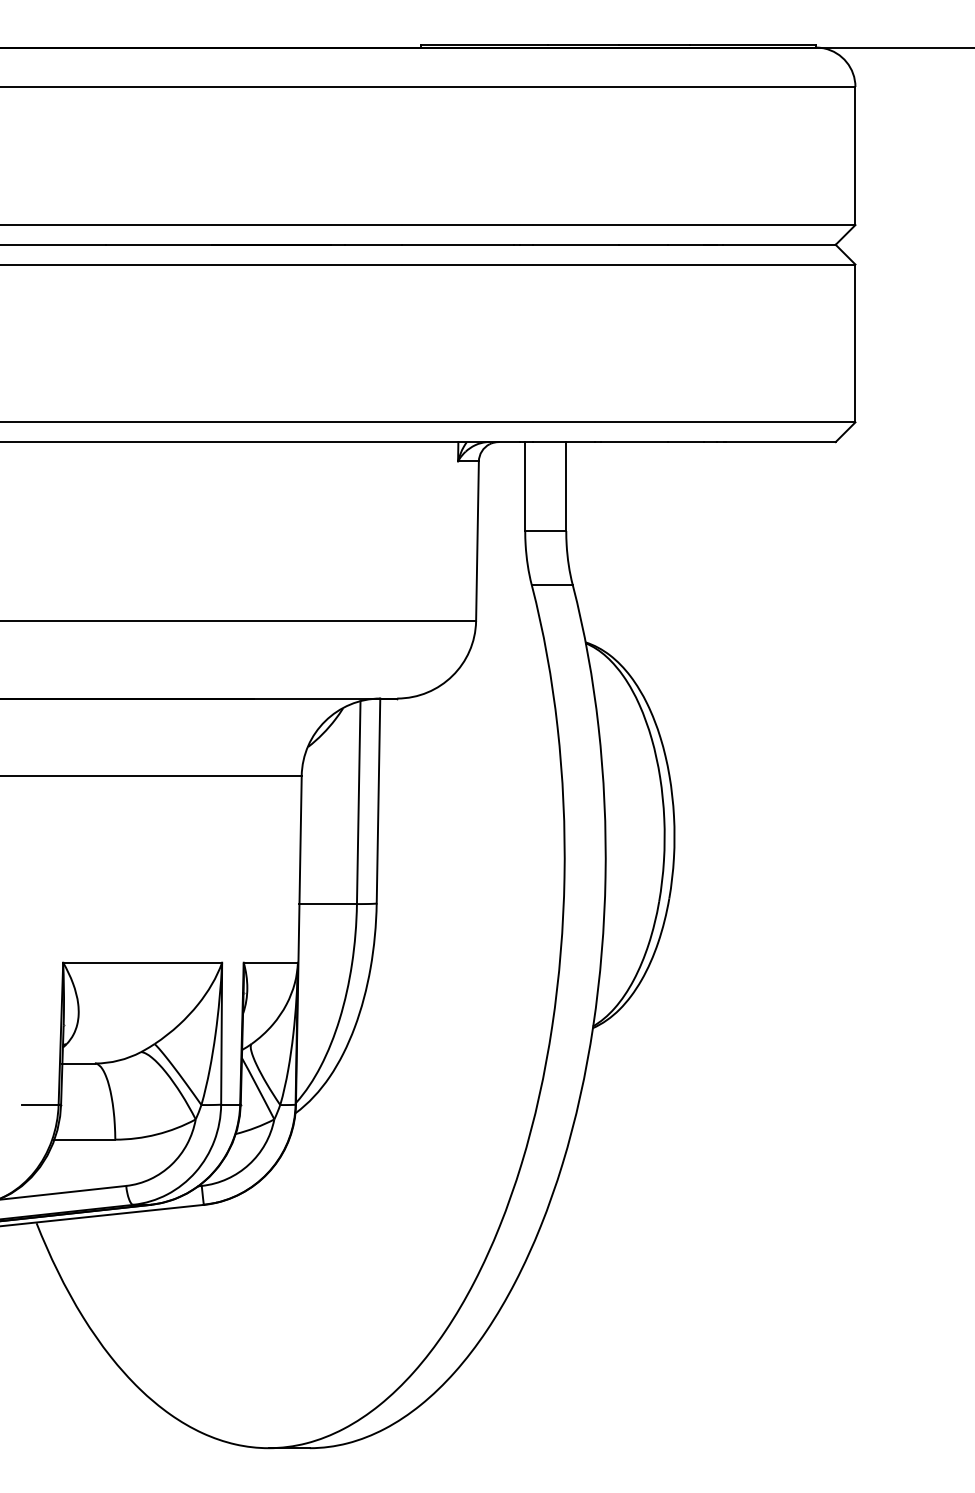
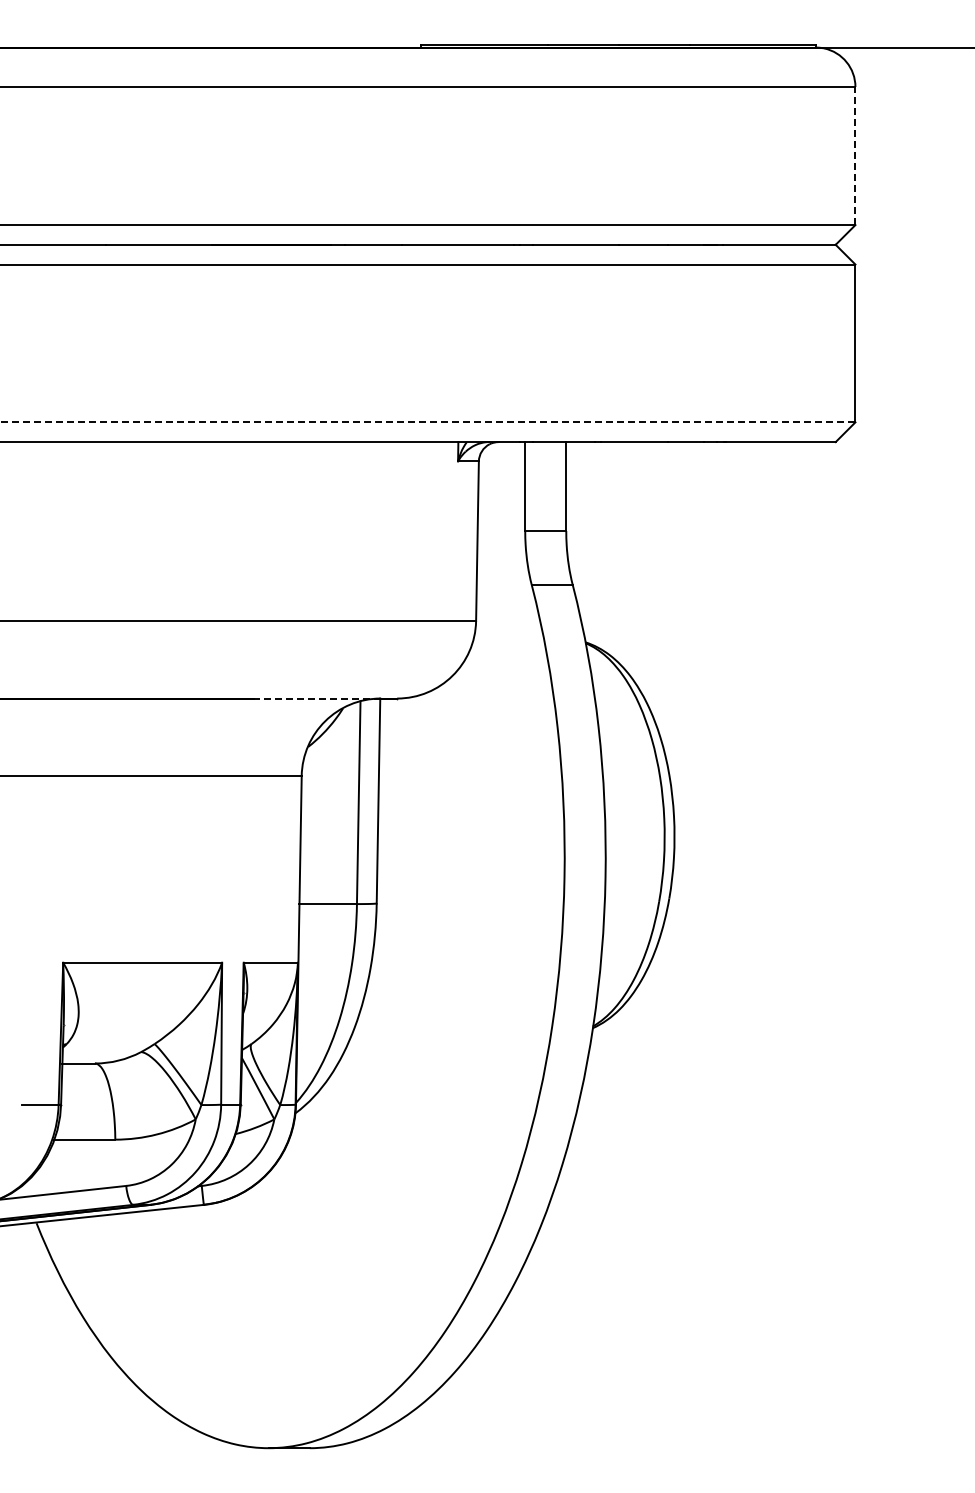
line at (855, 155): solid -> dashed
line at (427, 422): solid -> dashed
line at (316, 698): solid -> dashed
